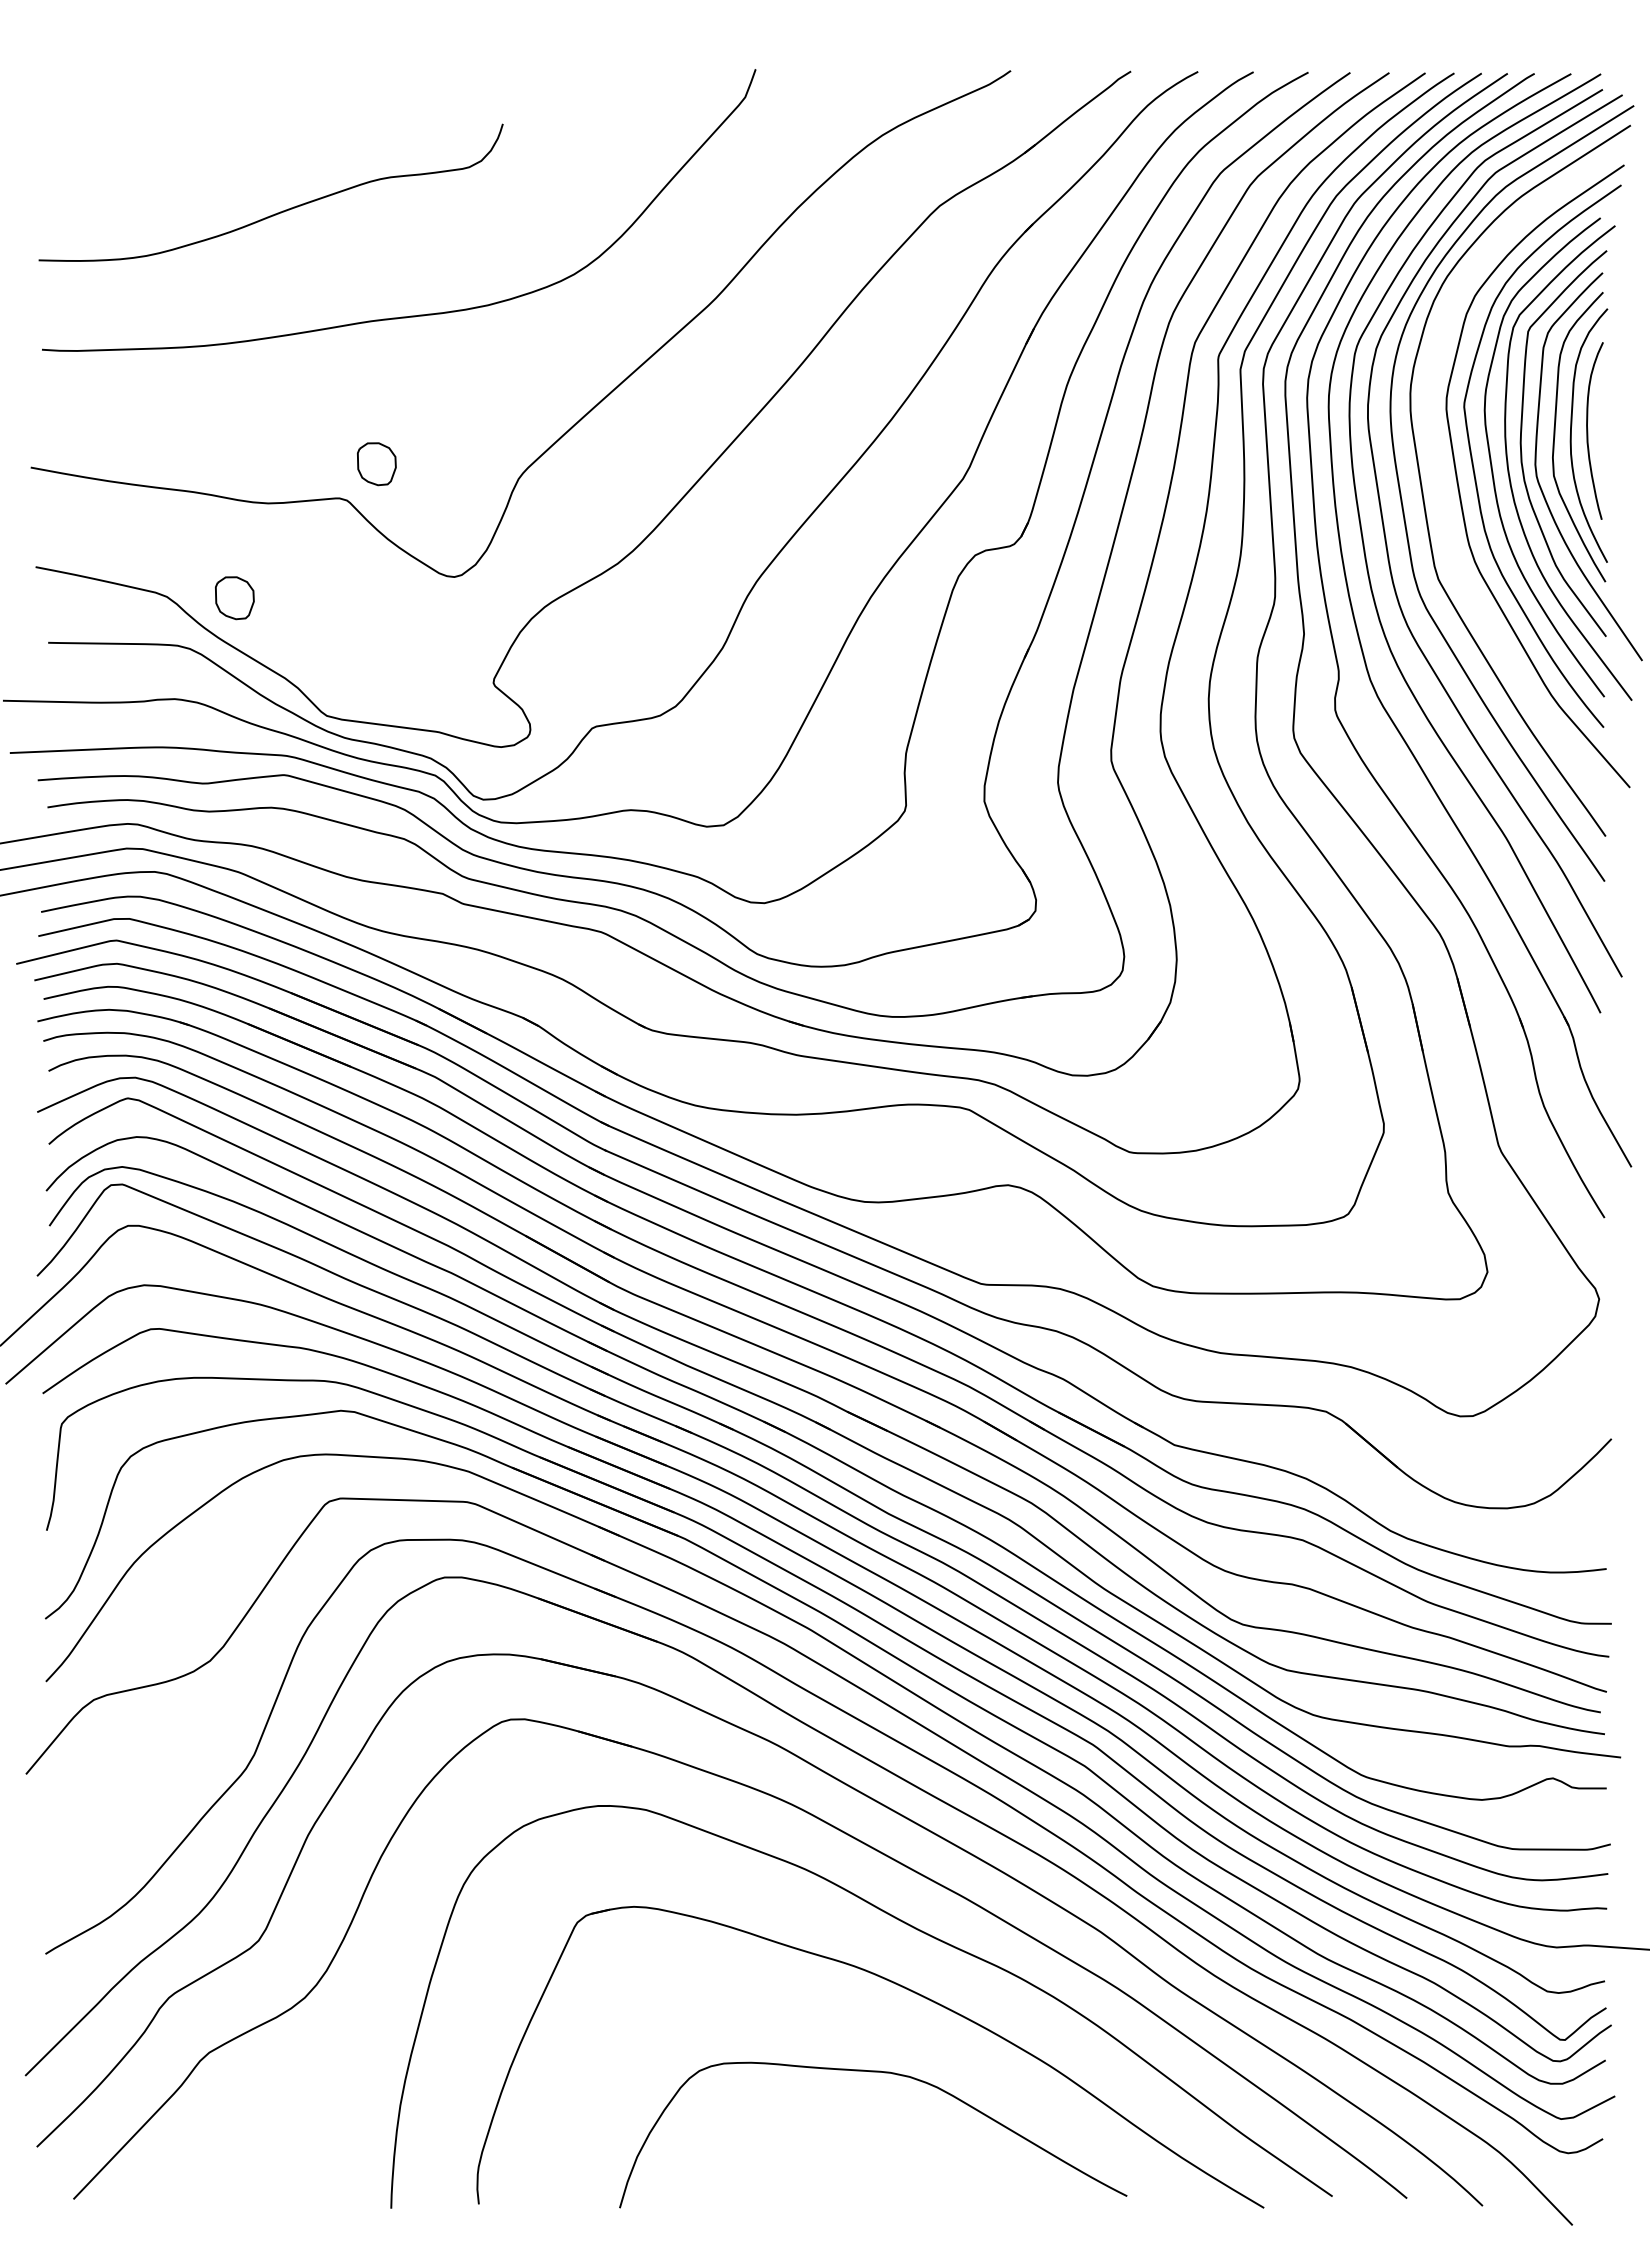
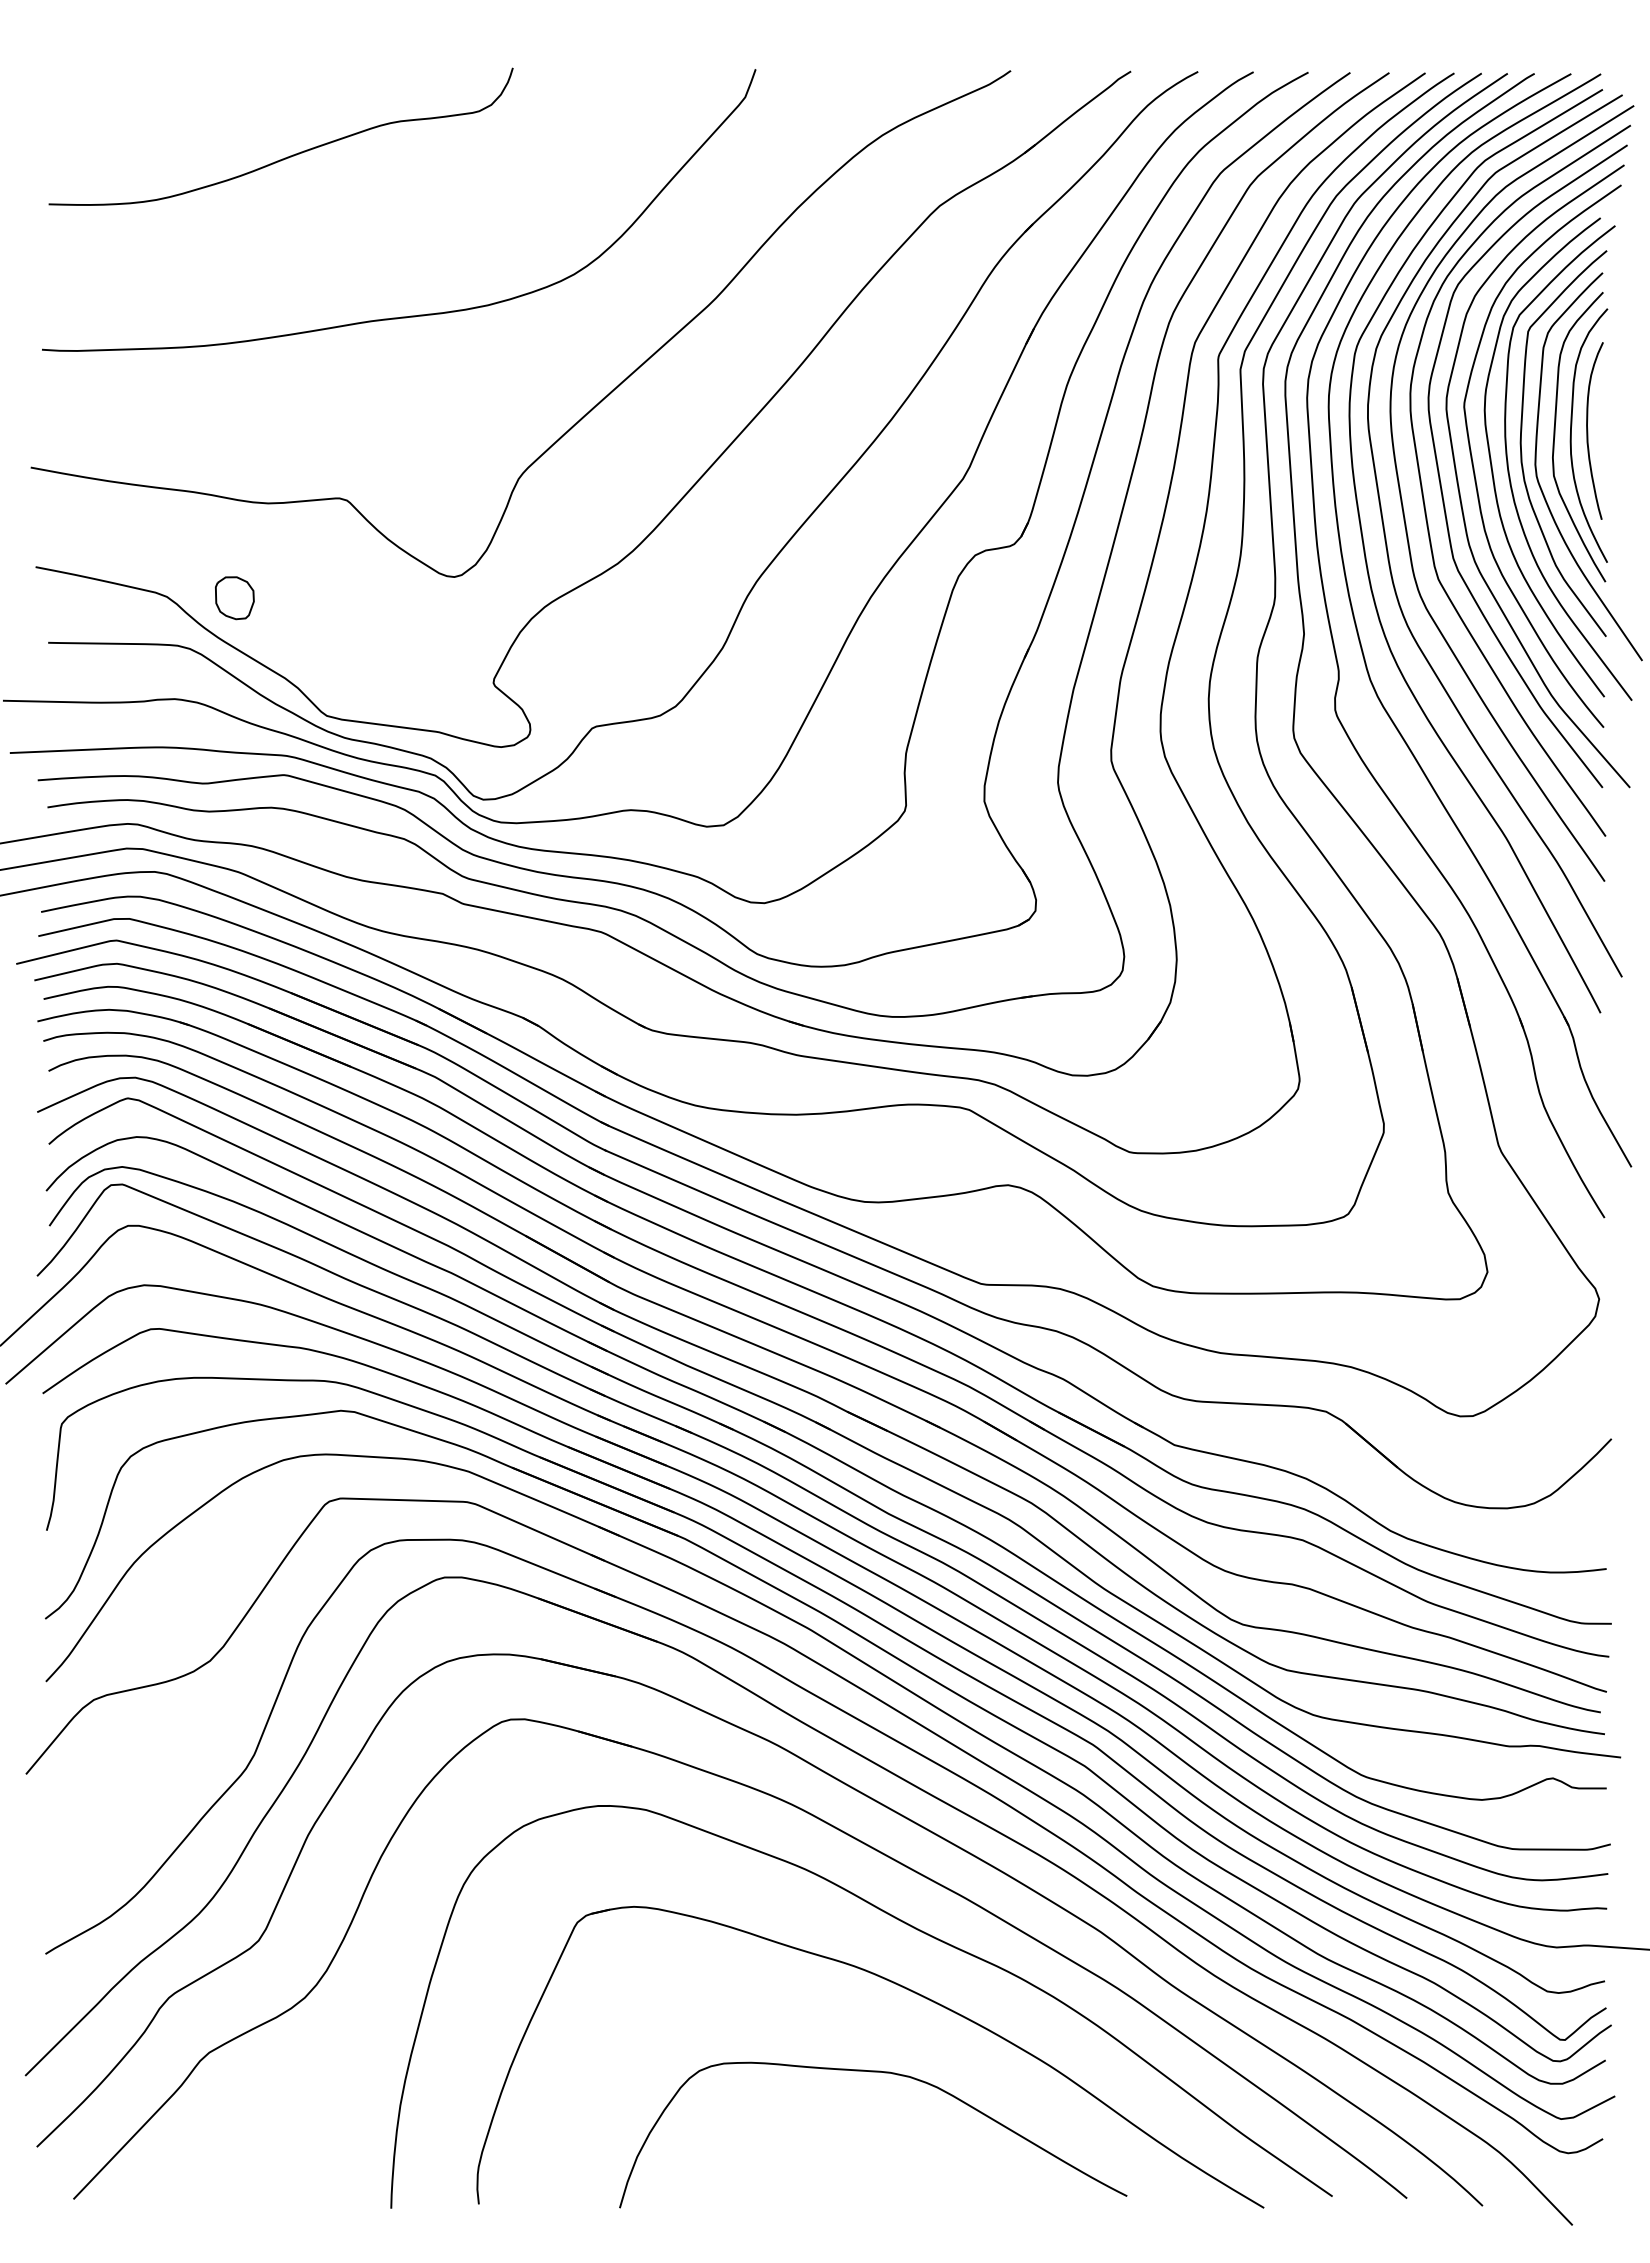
curve at (277, 212) position: (277, 212) -> (287, 156)
part at (376, 464): present -> none
curve at (1441, 482): none -> present
